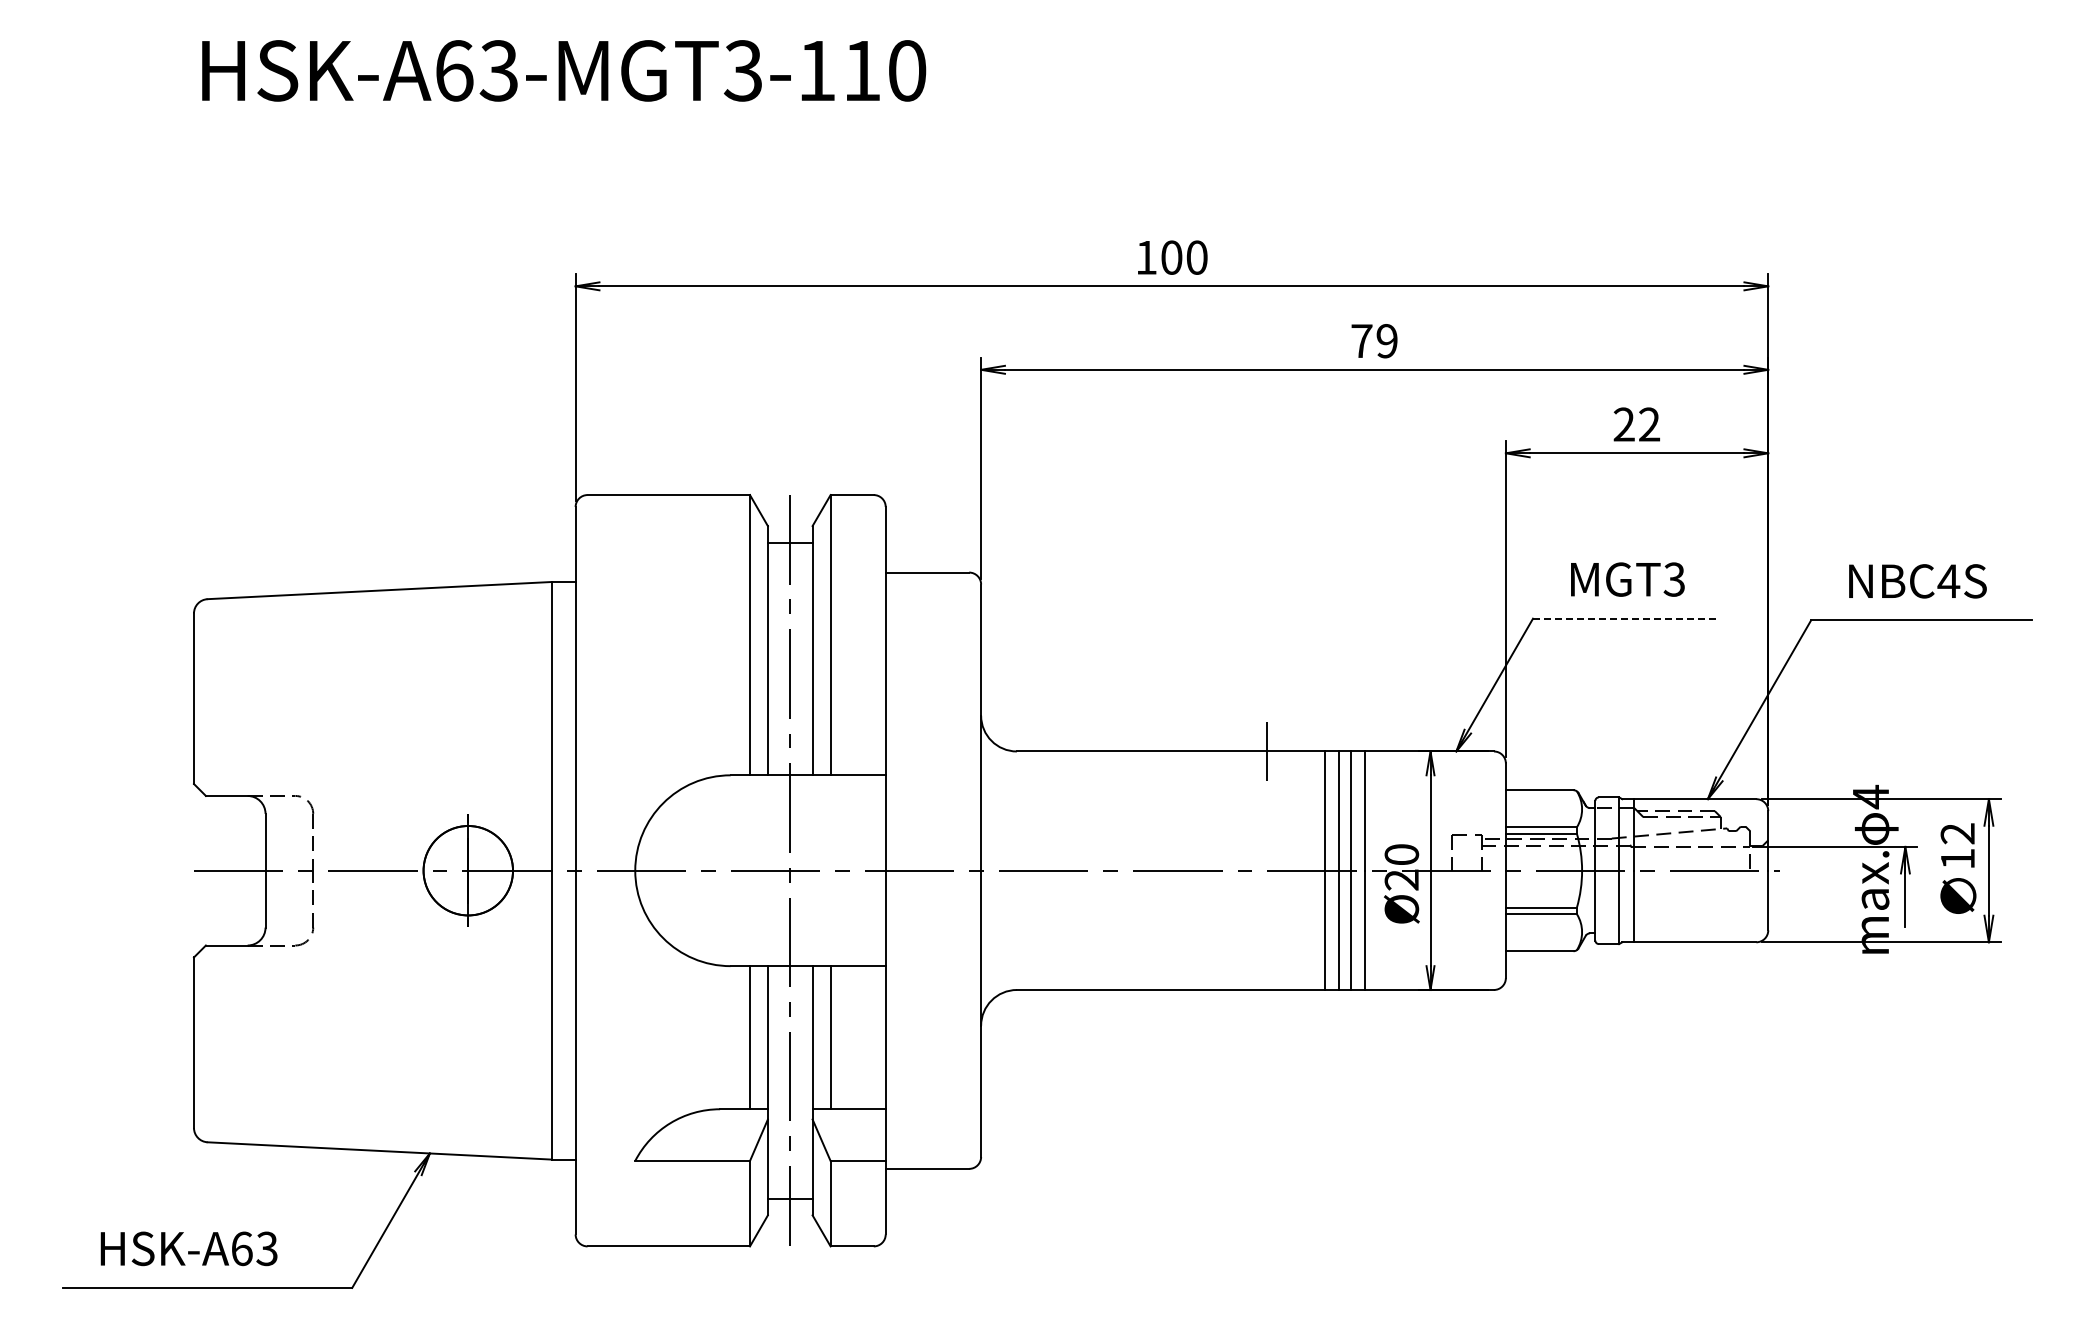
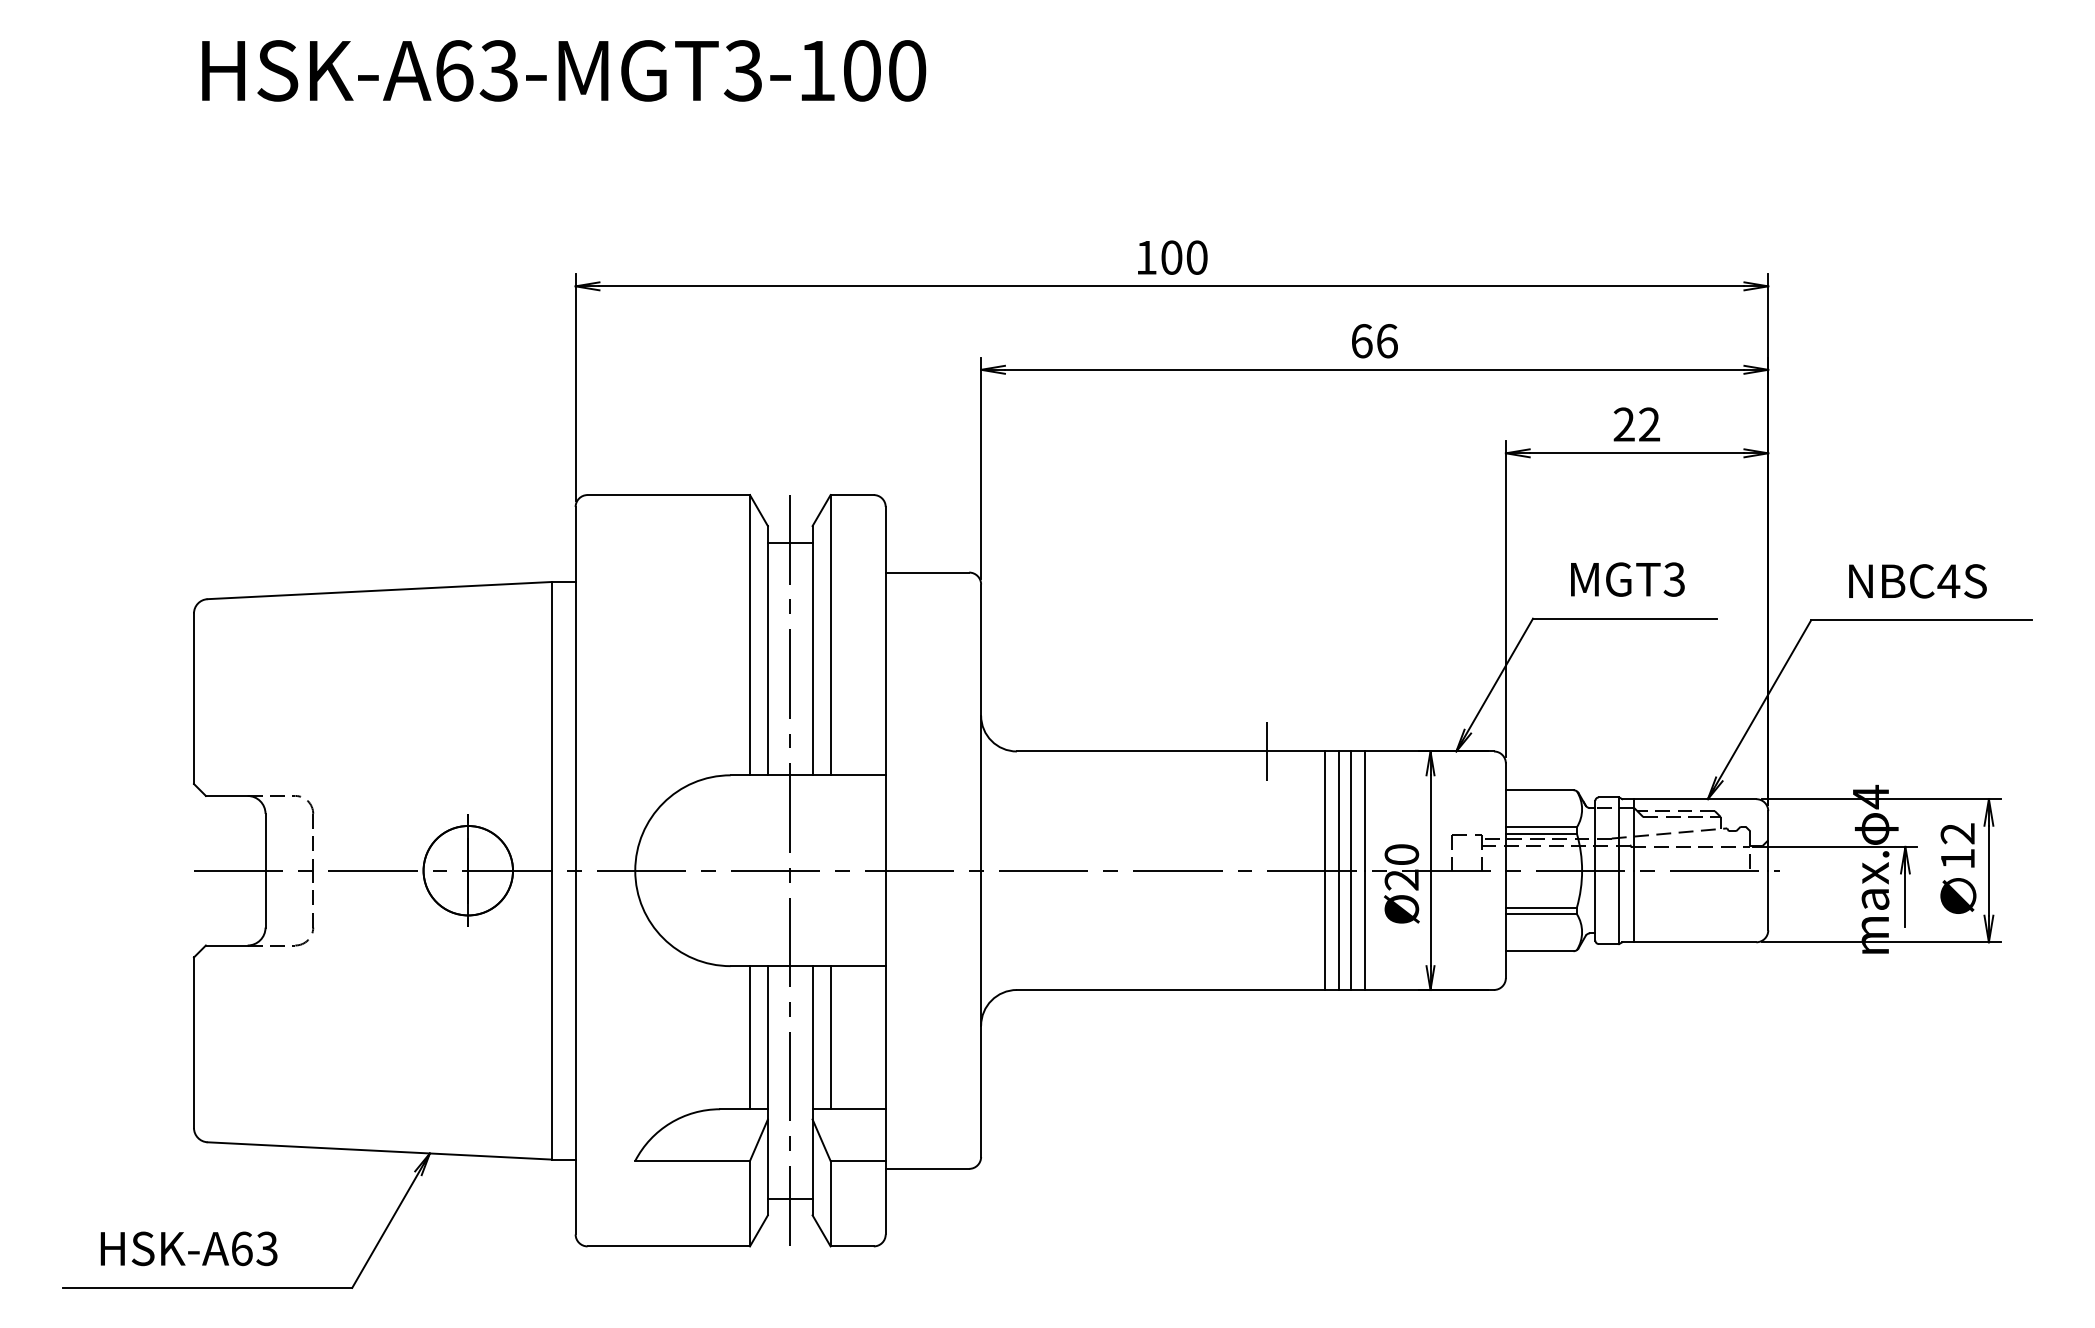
text at (862, 70): HSK-A63-MGT3-110 -> HSK-A63-MGT3-100
text at (1374, 341): 79 -> 66
line at (1625, 618): dashed -> solid
